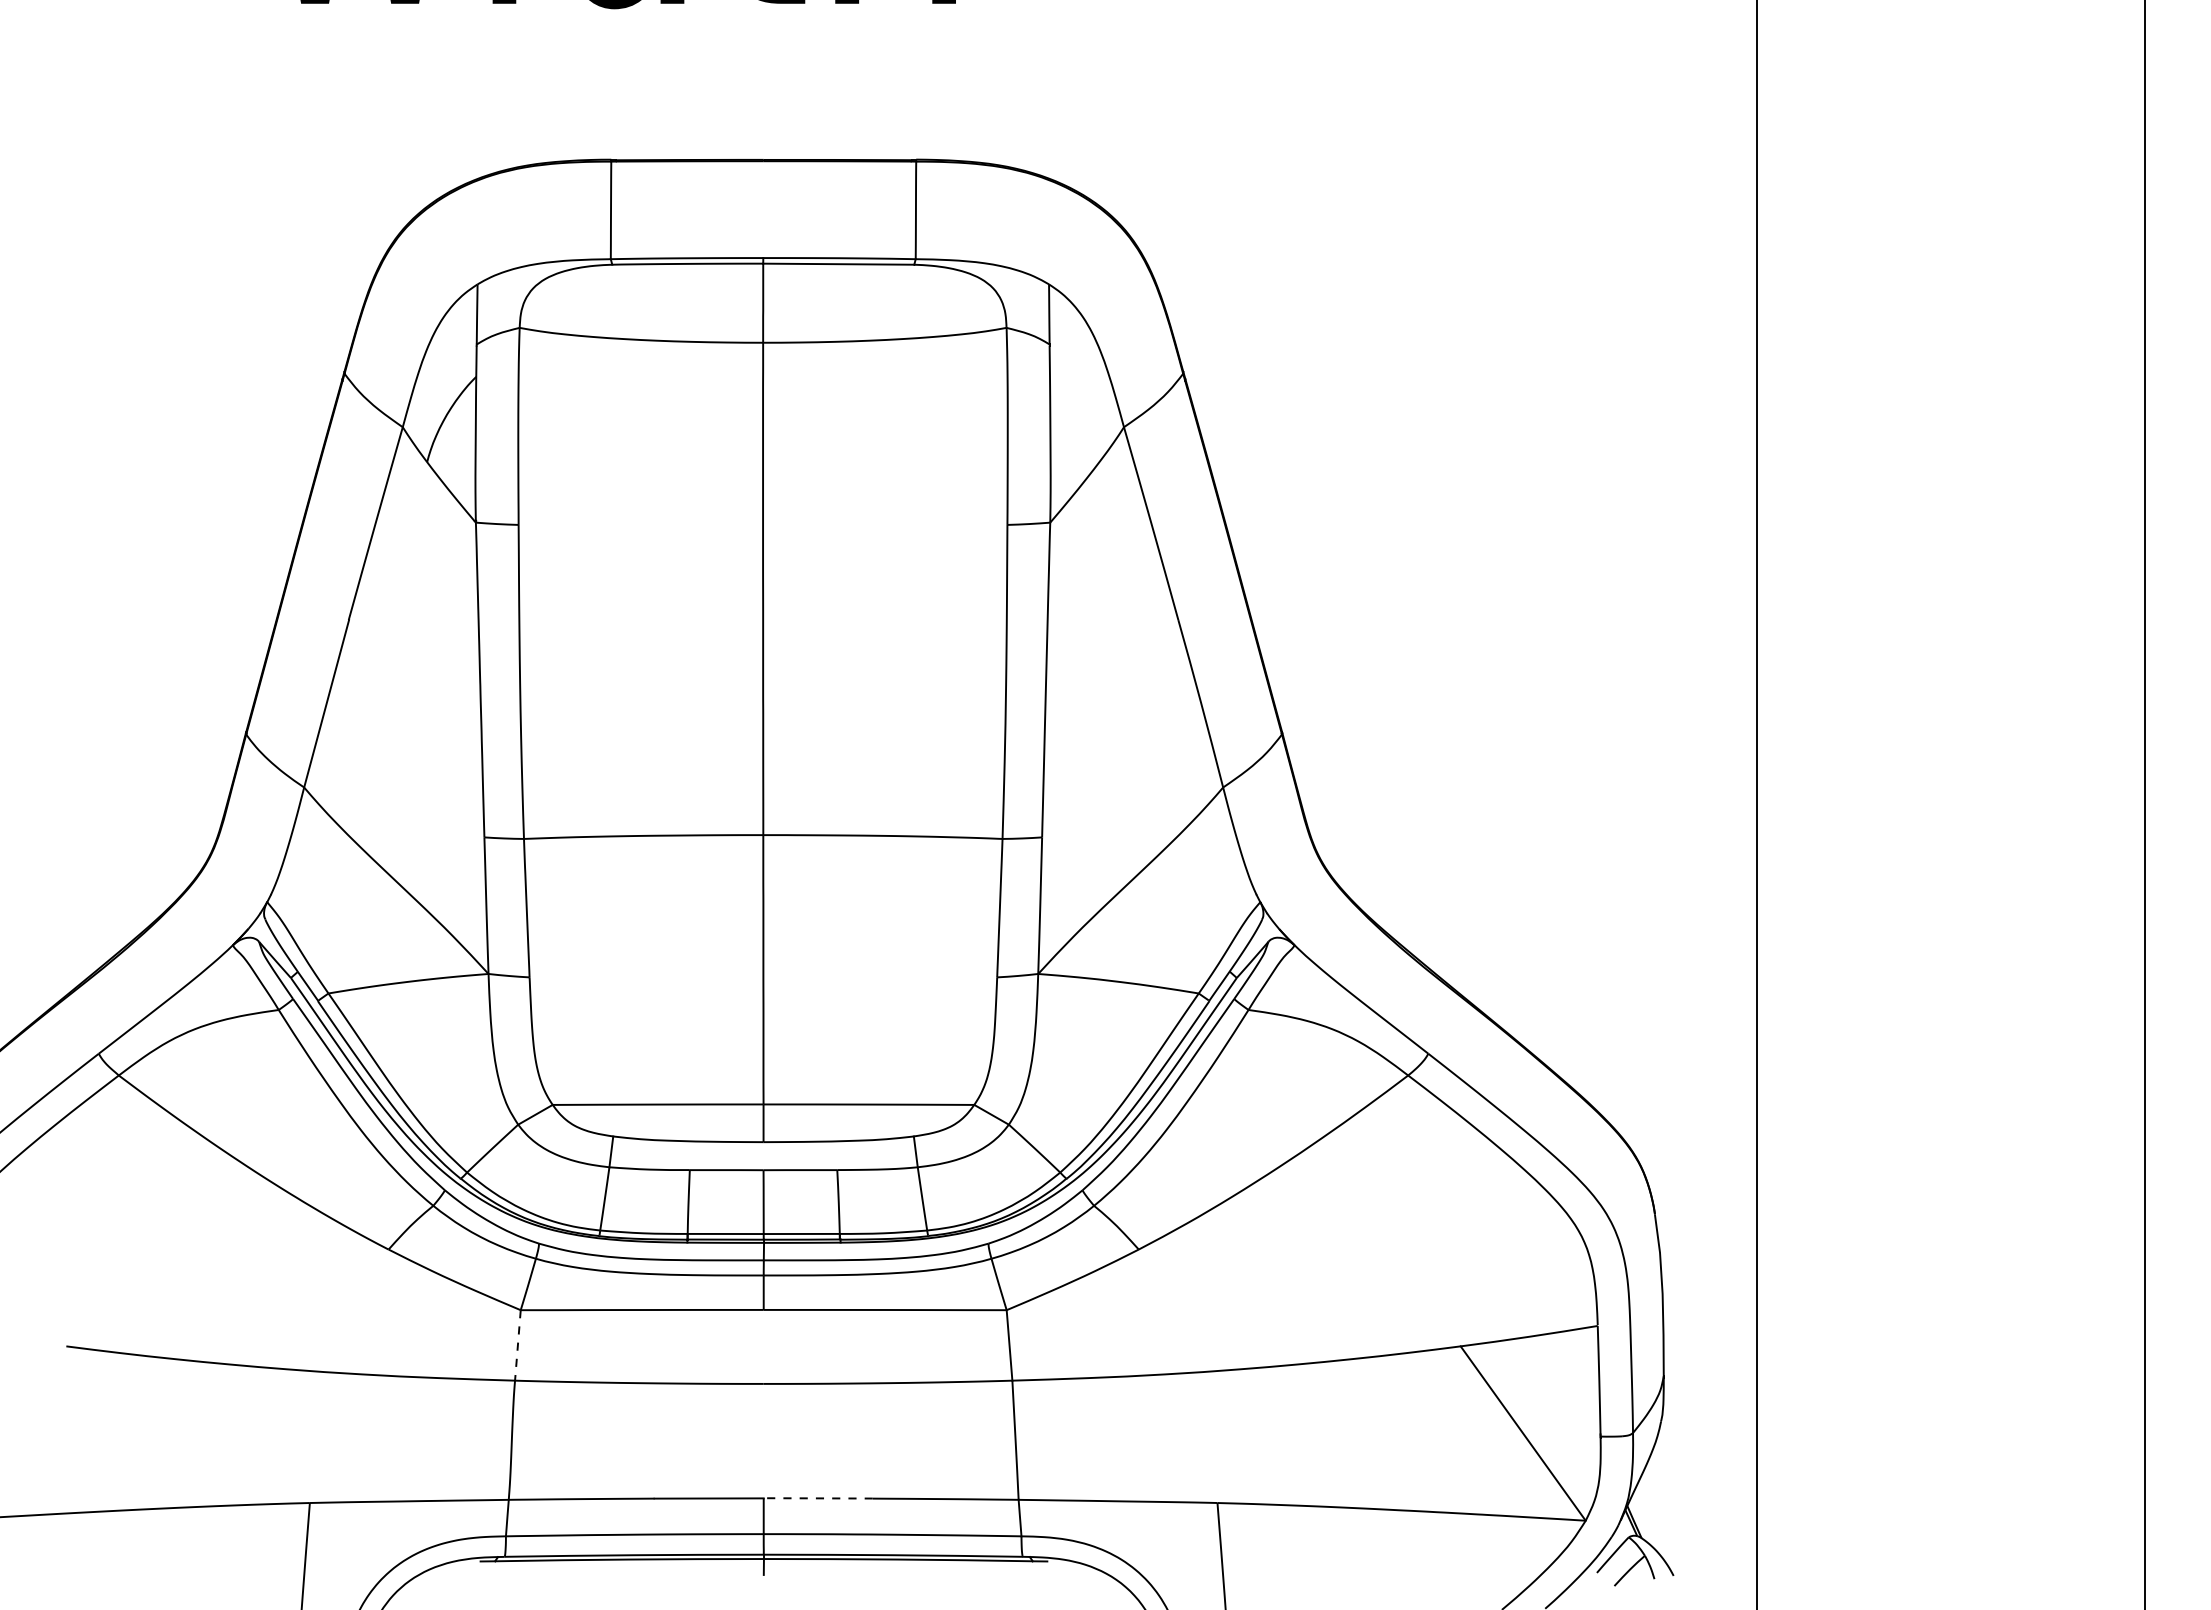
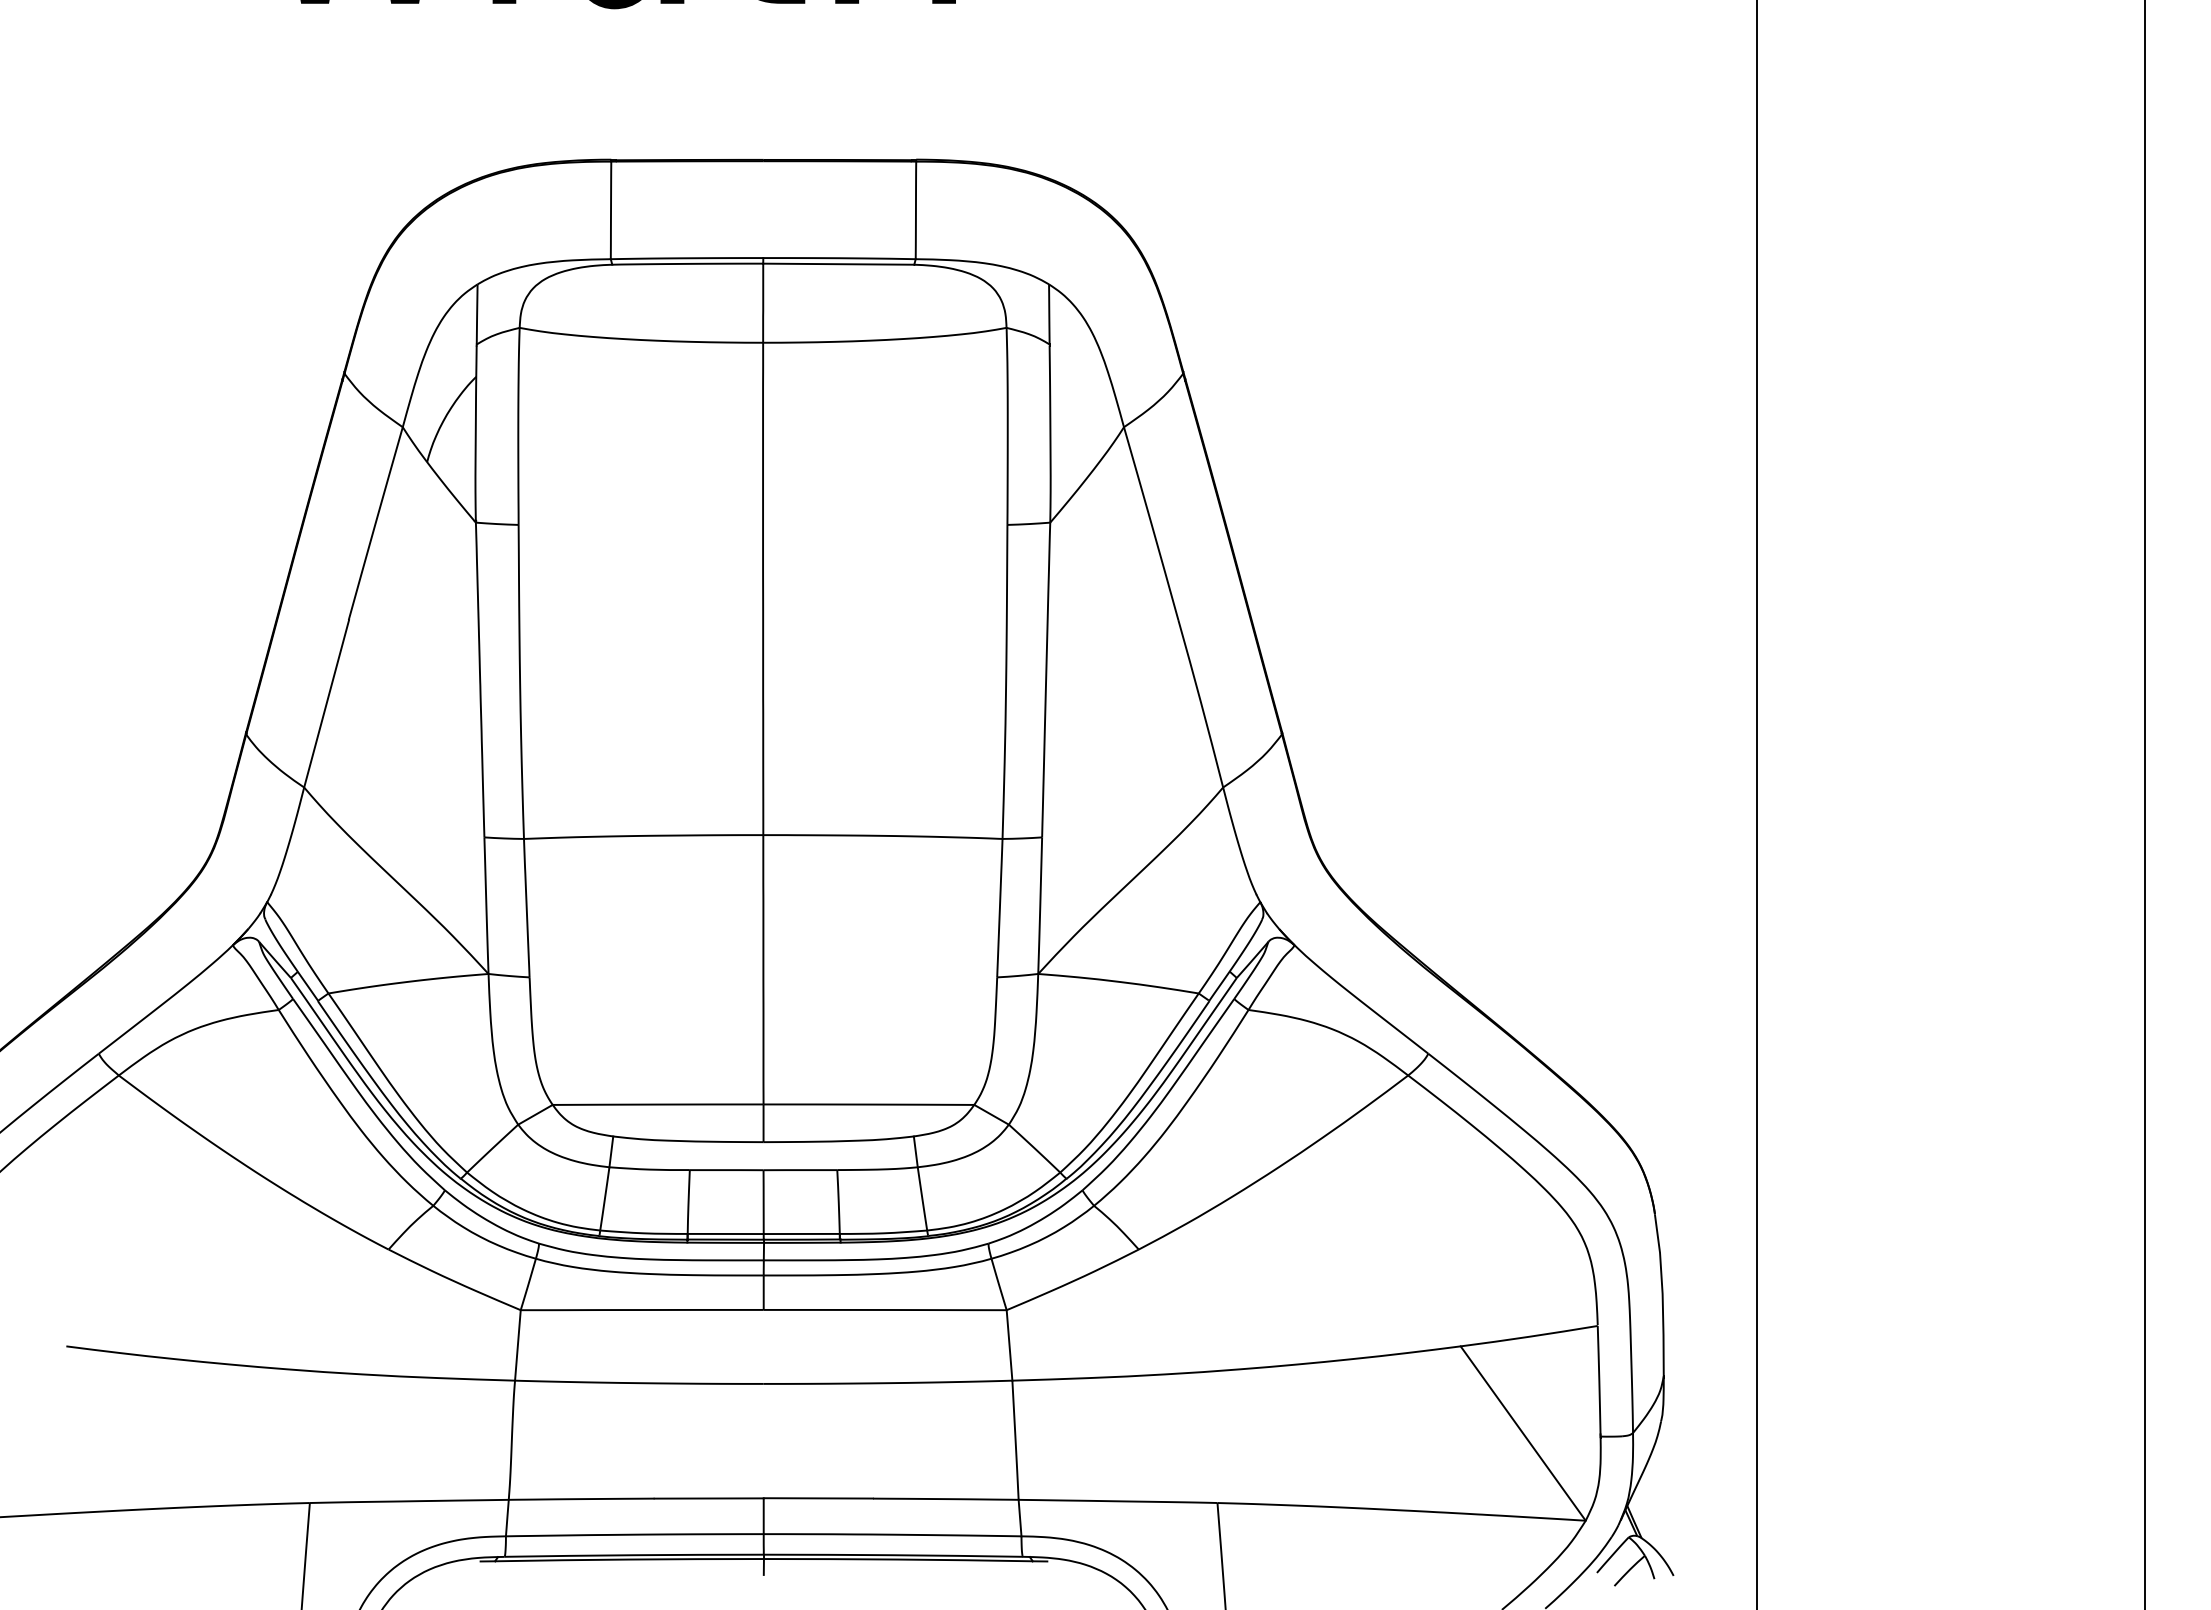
line at (517, 1345): dashed -> solid
line at (818, 1498): dashed -> solid
